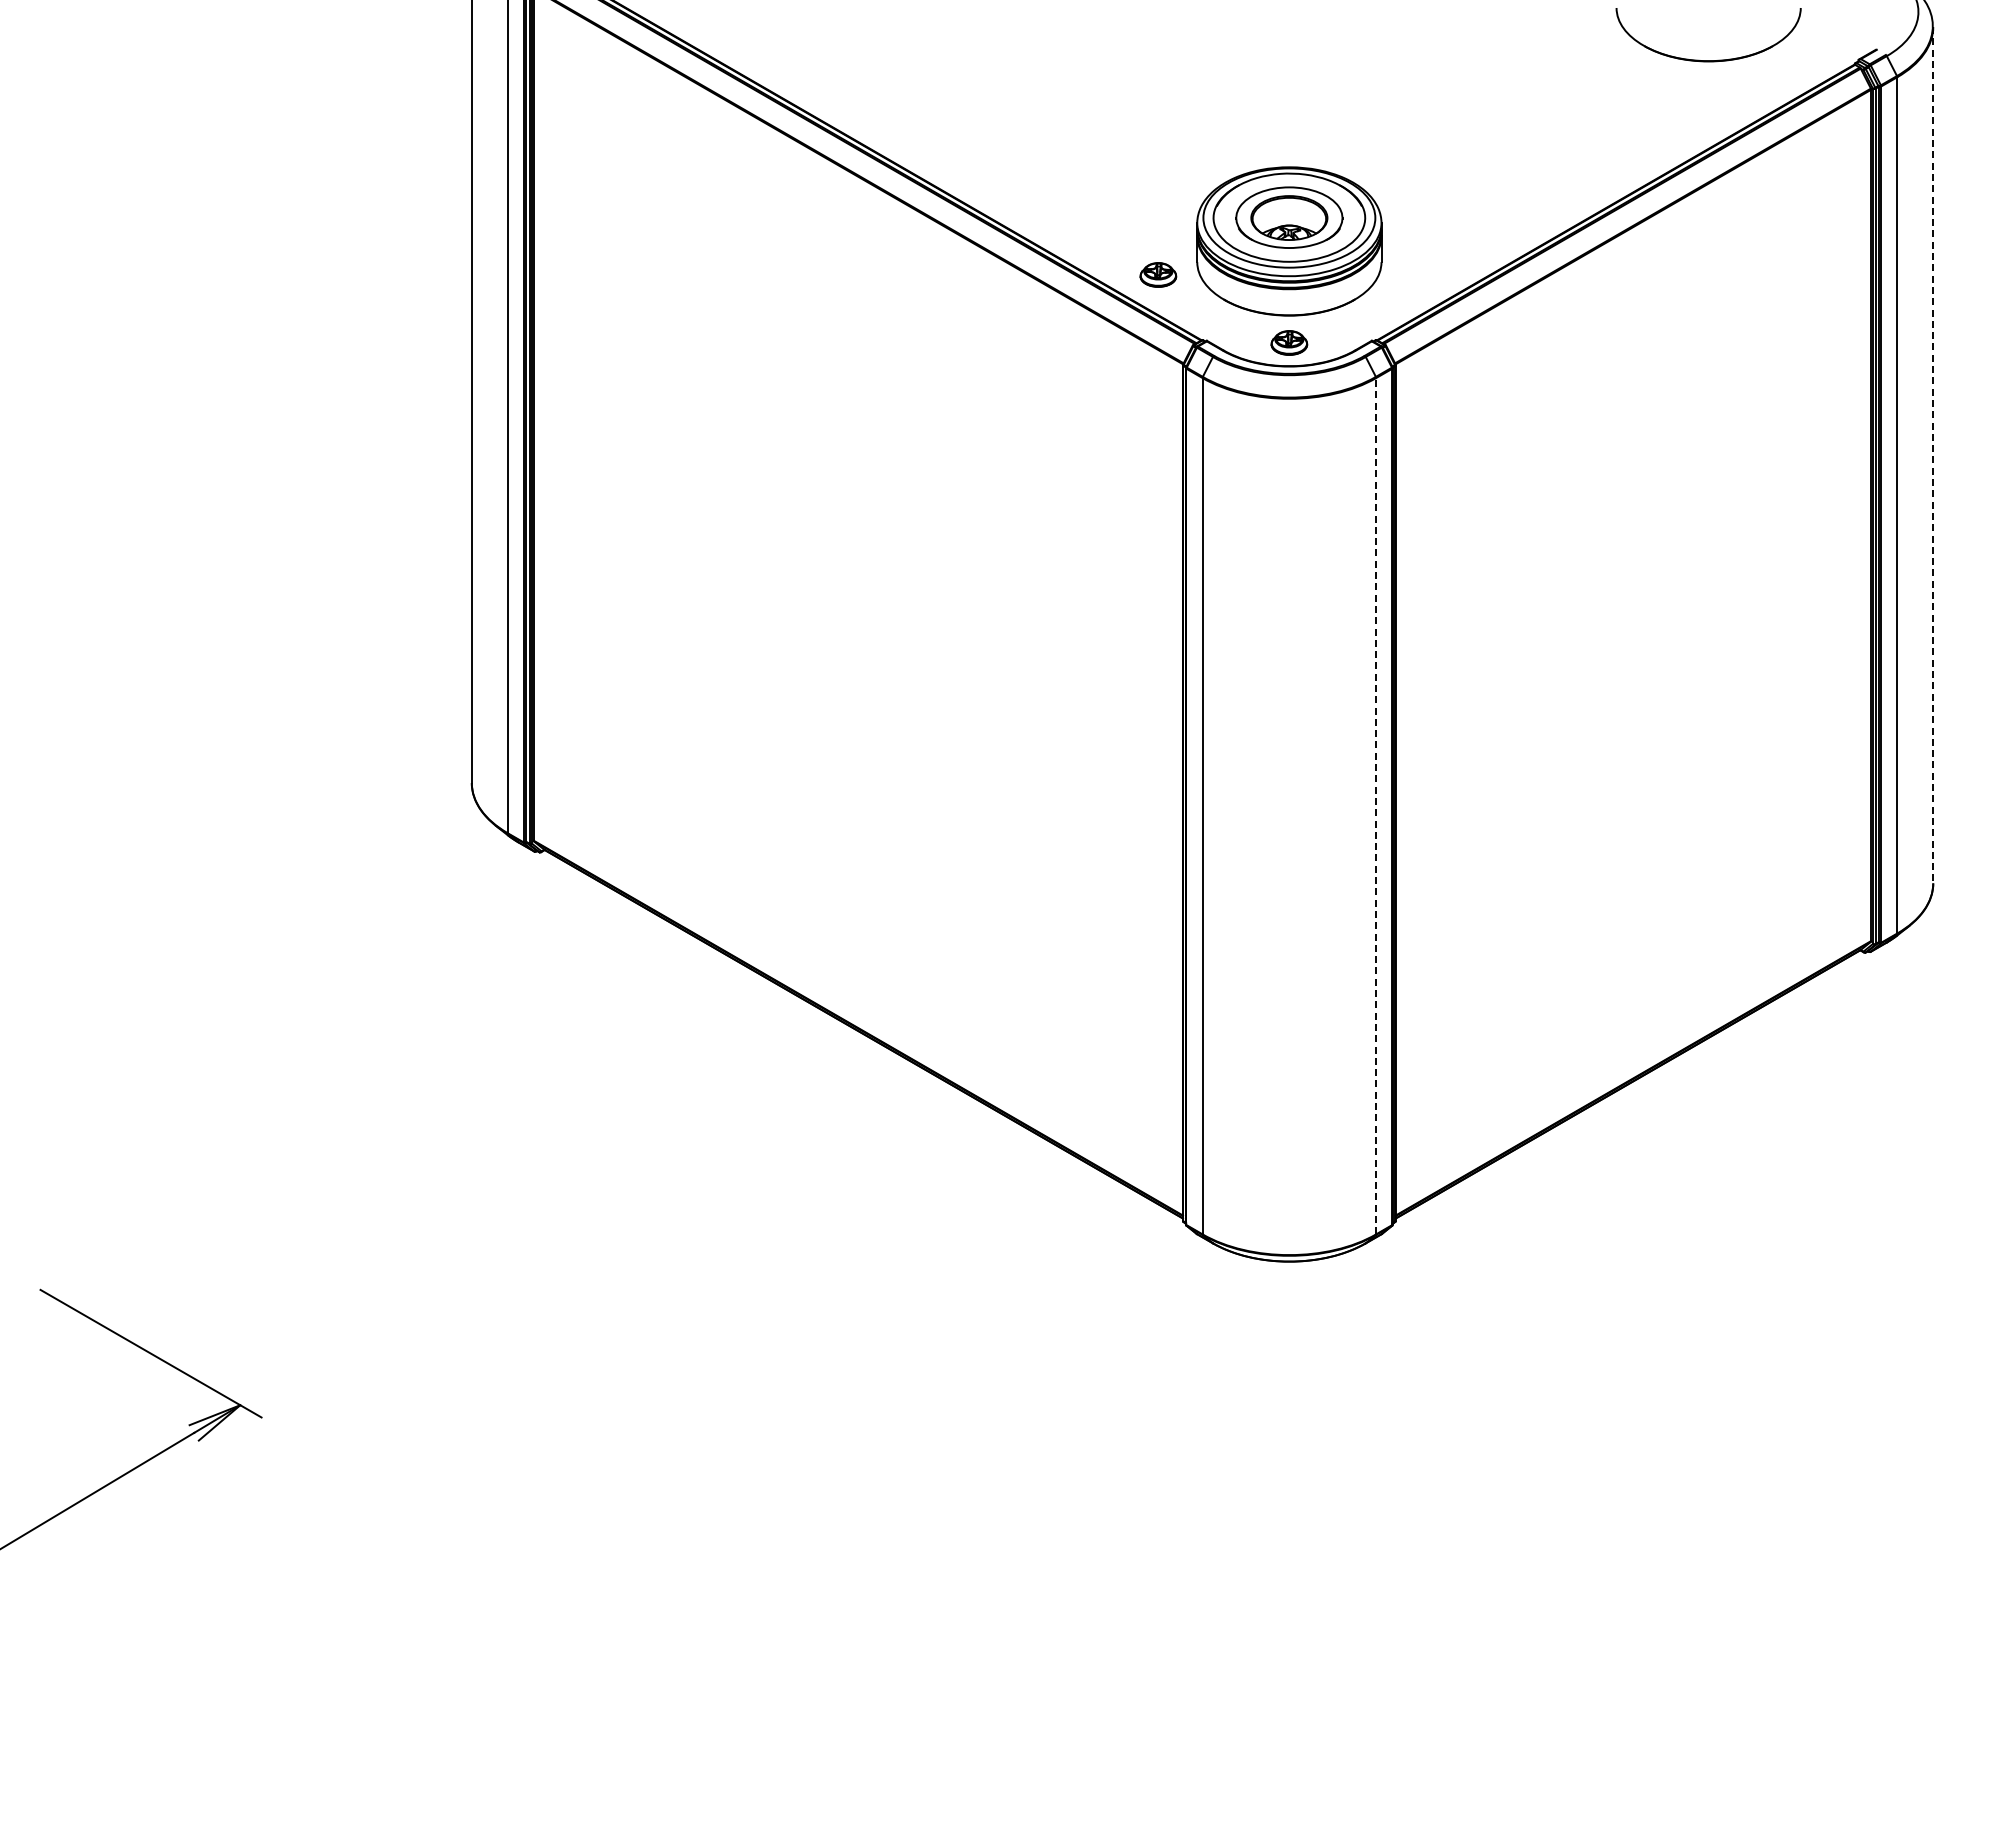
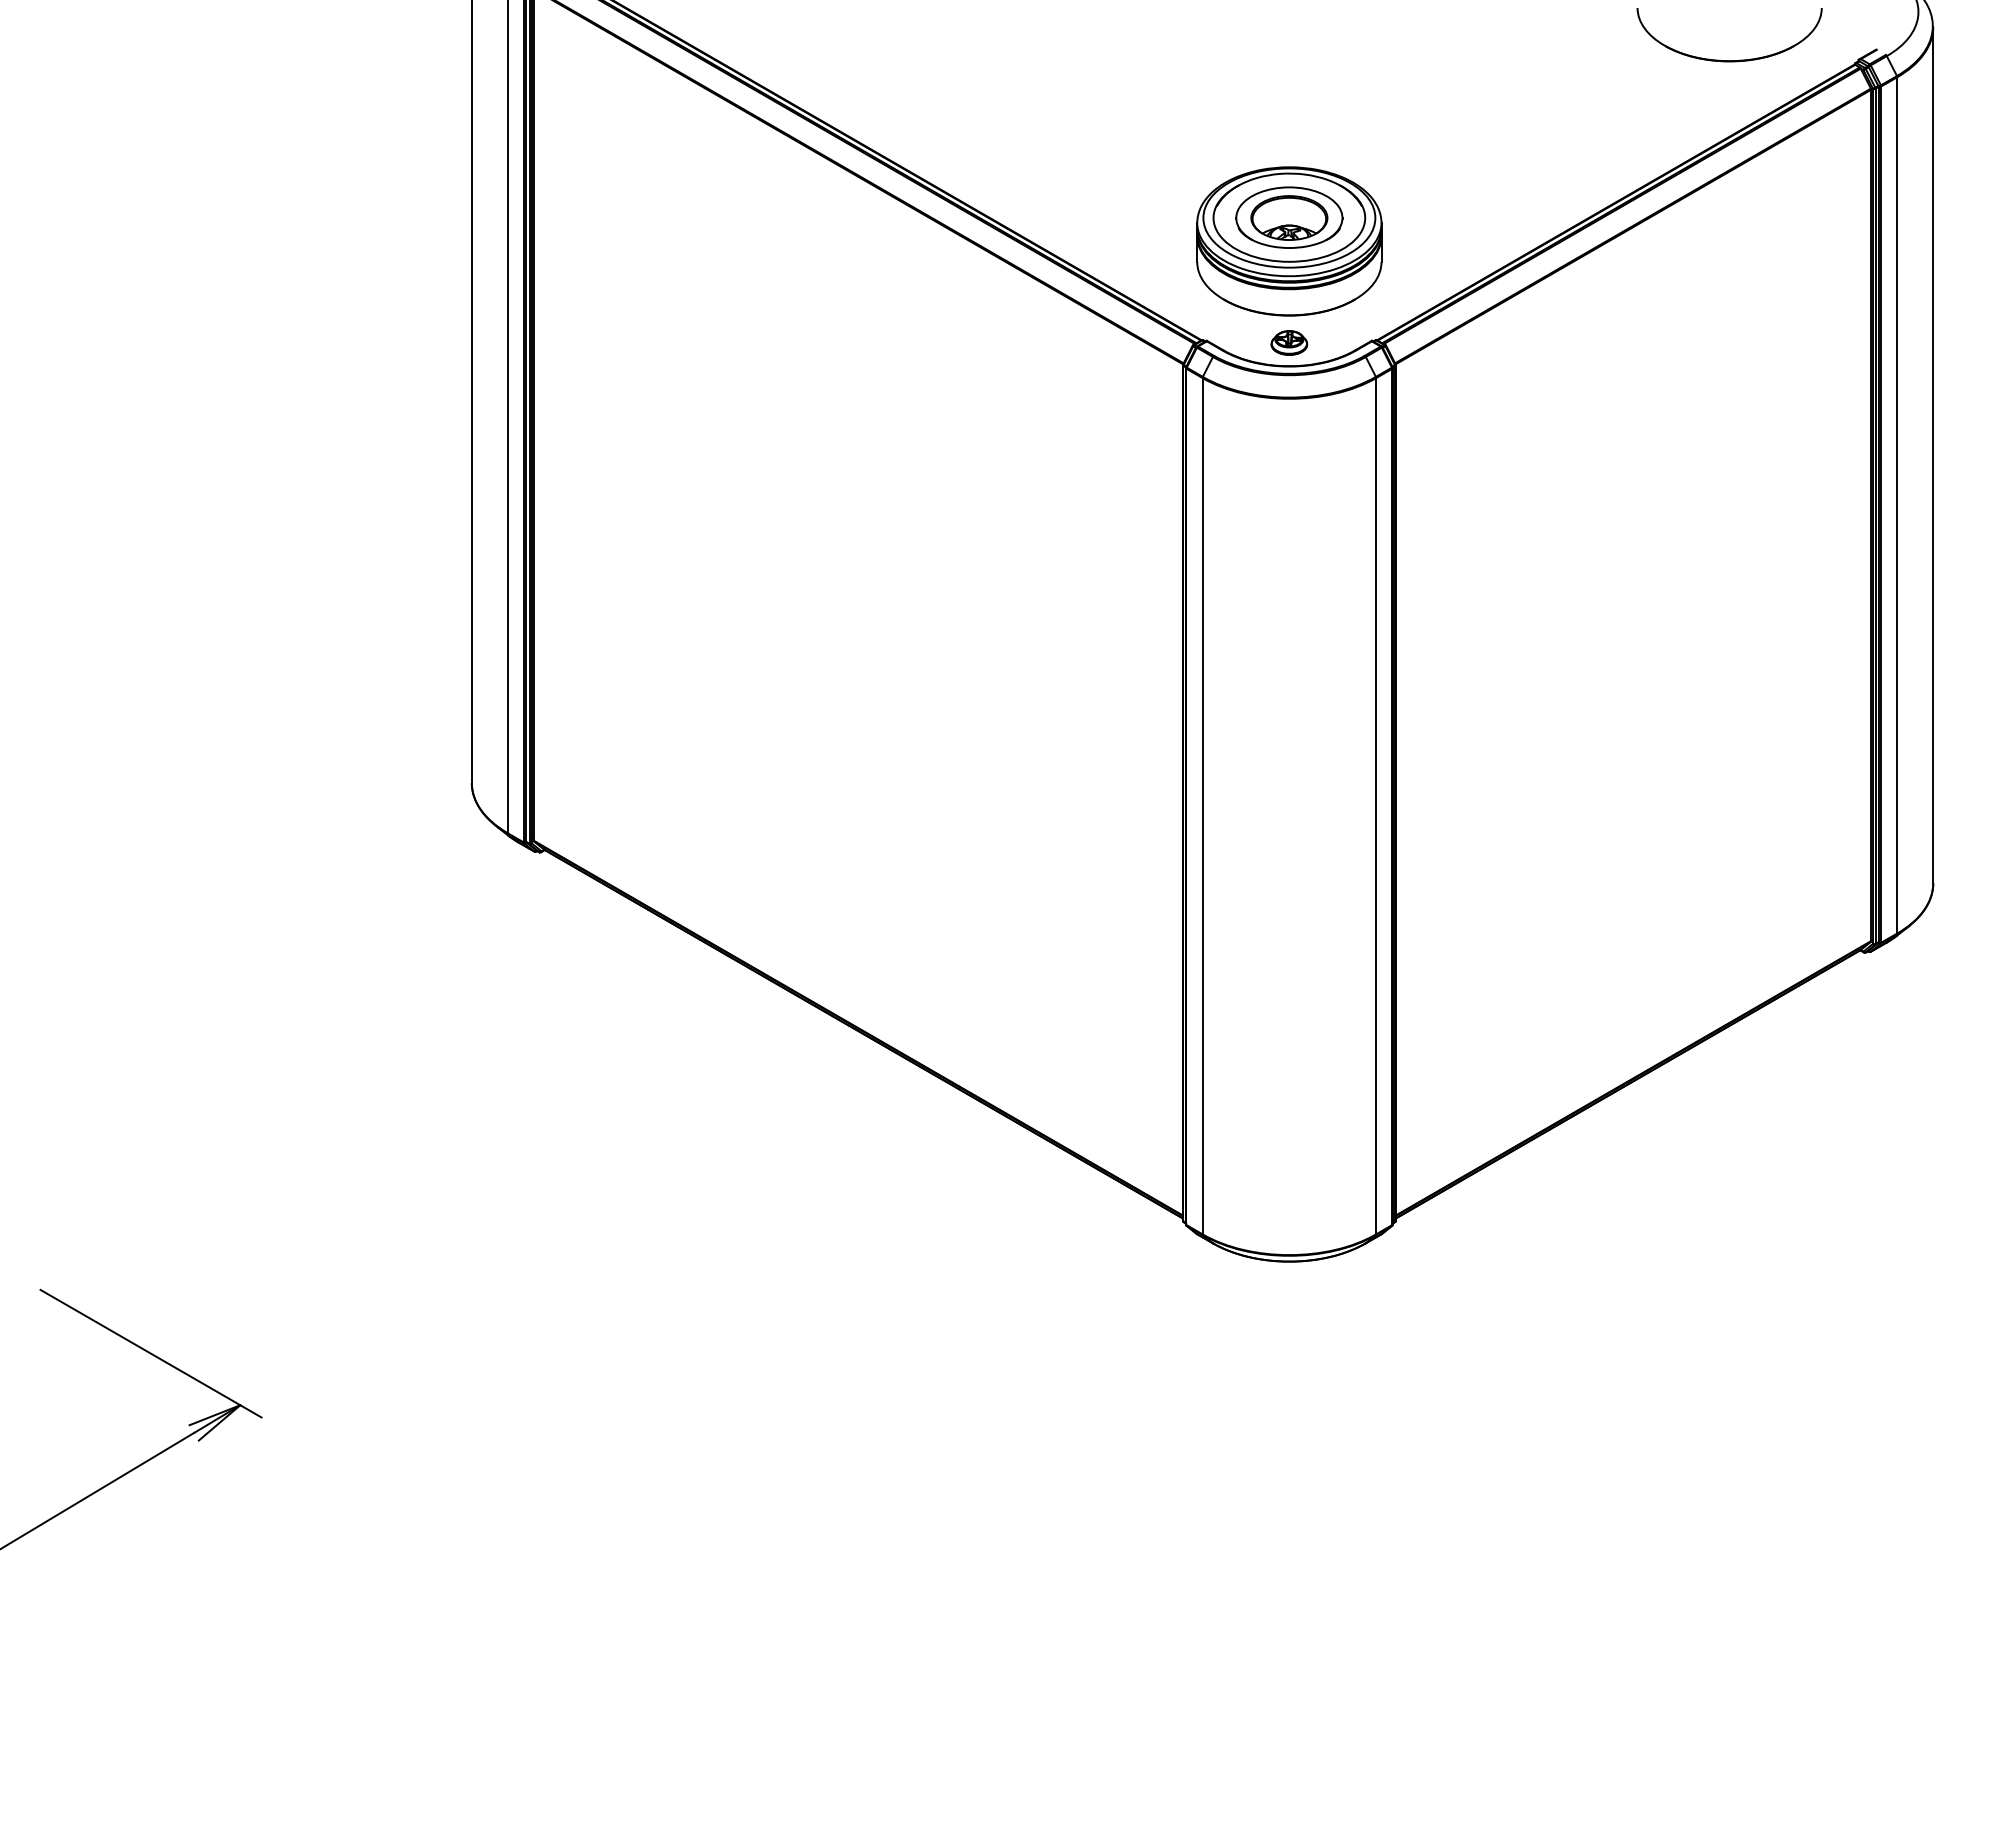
part at (1708, 60) position: (1708, 60) -> (1729, 60)
part at (1158, 274): present -> none
line at (1933, 455): dashed -> solid
line at (1376, 805): dashed -> solid
